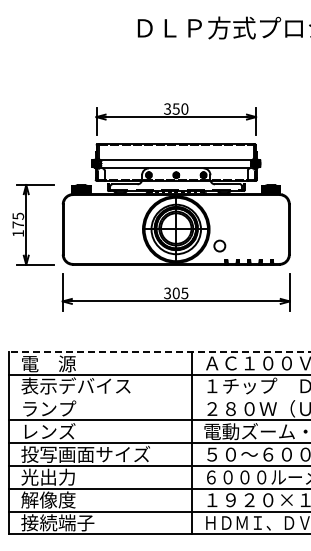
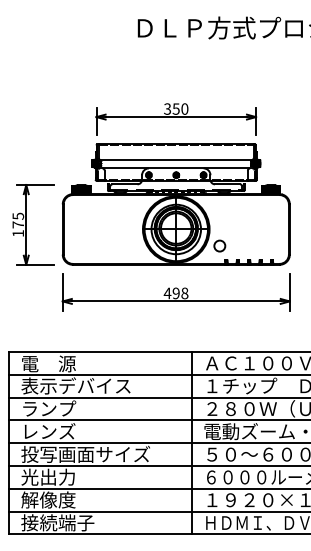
text at (175, 293): 305 -> 498
line at (159, 352): dashed -> solid
line at (158, 397): none -> present
